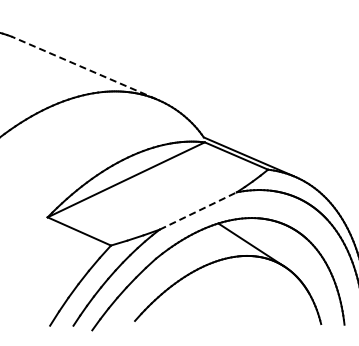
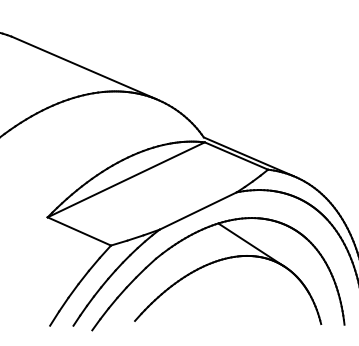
line at (83, 67): dashed -> solid
line at (198, 211): dashed -> solid
